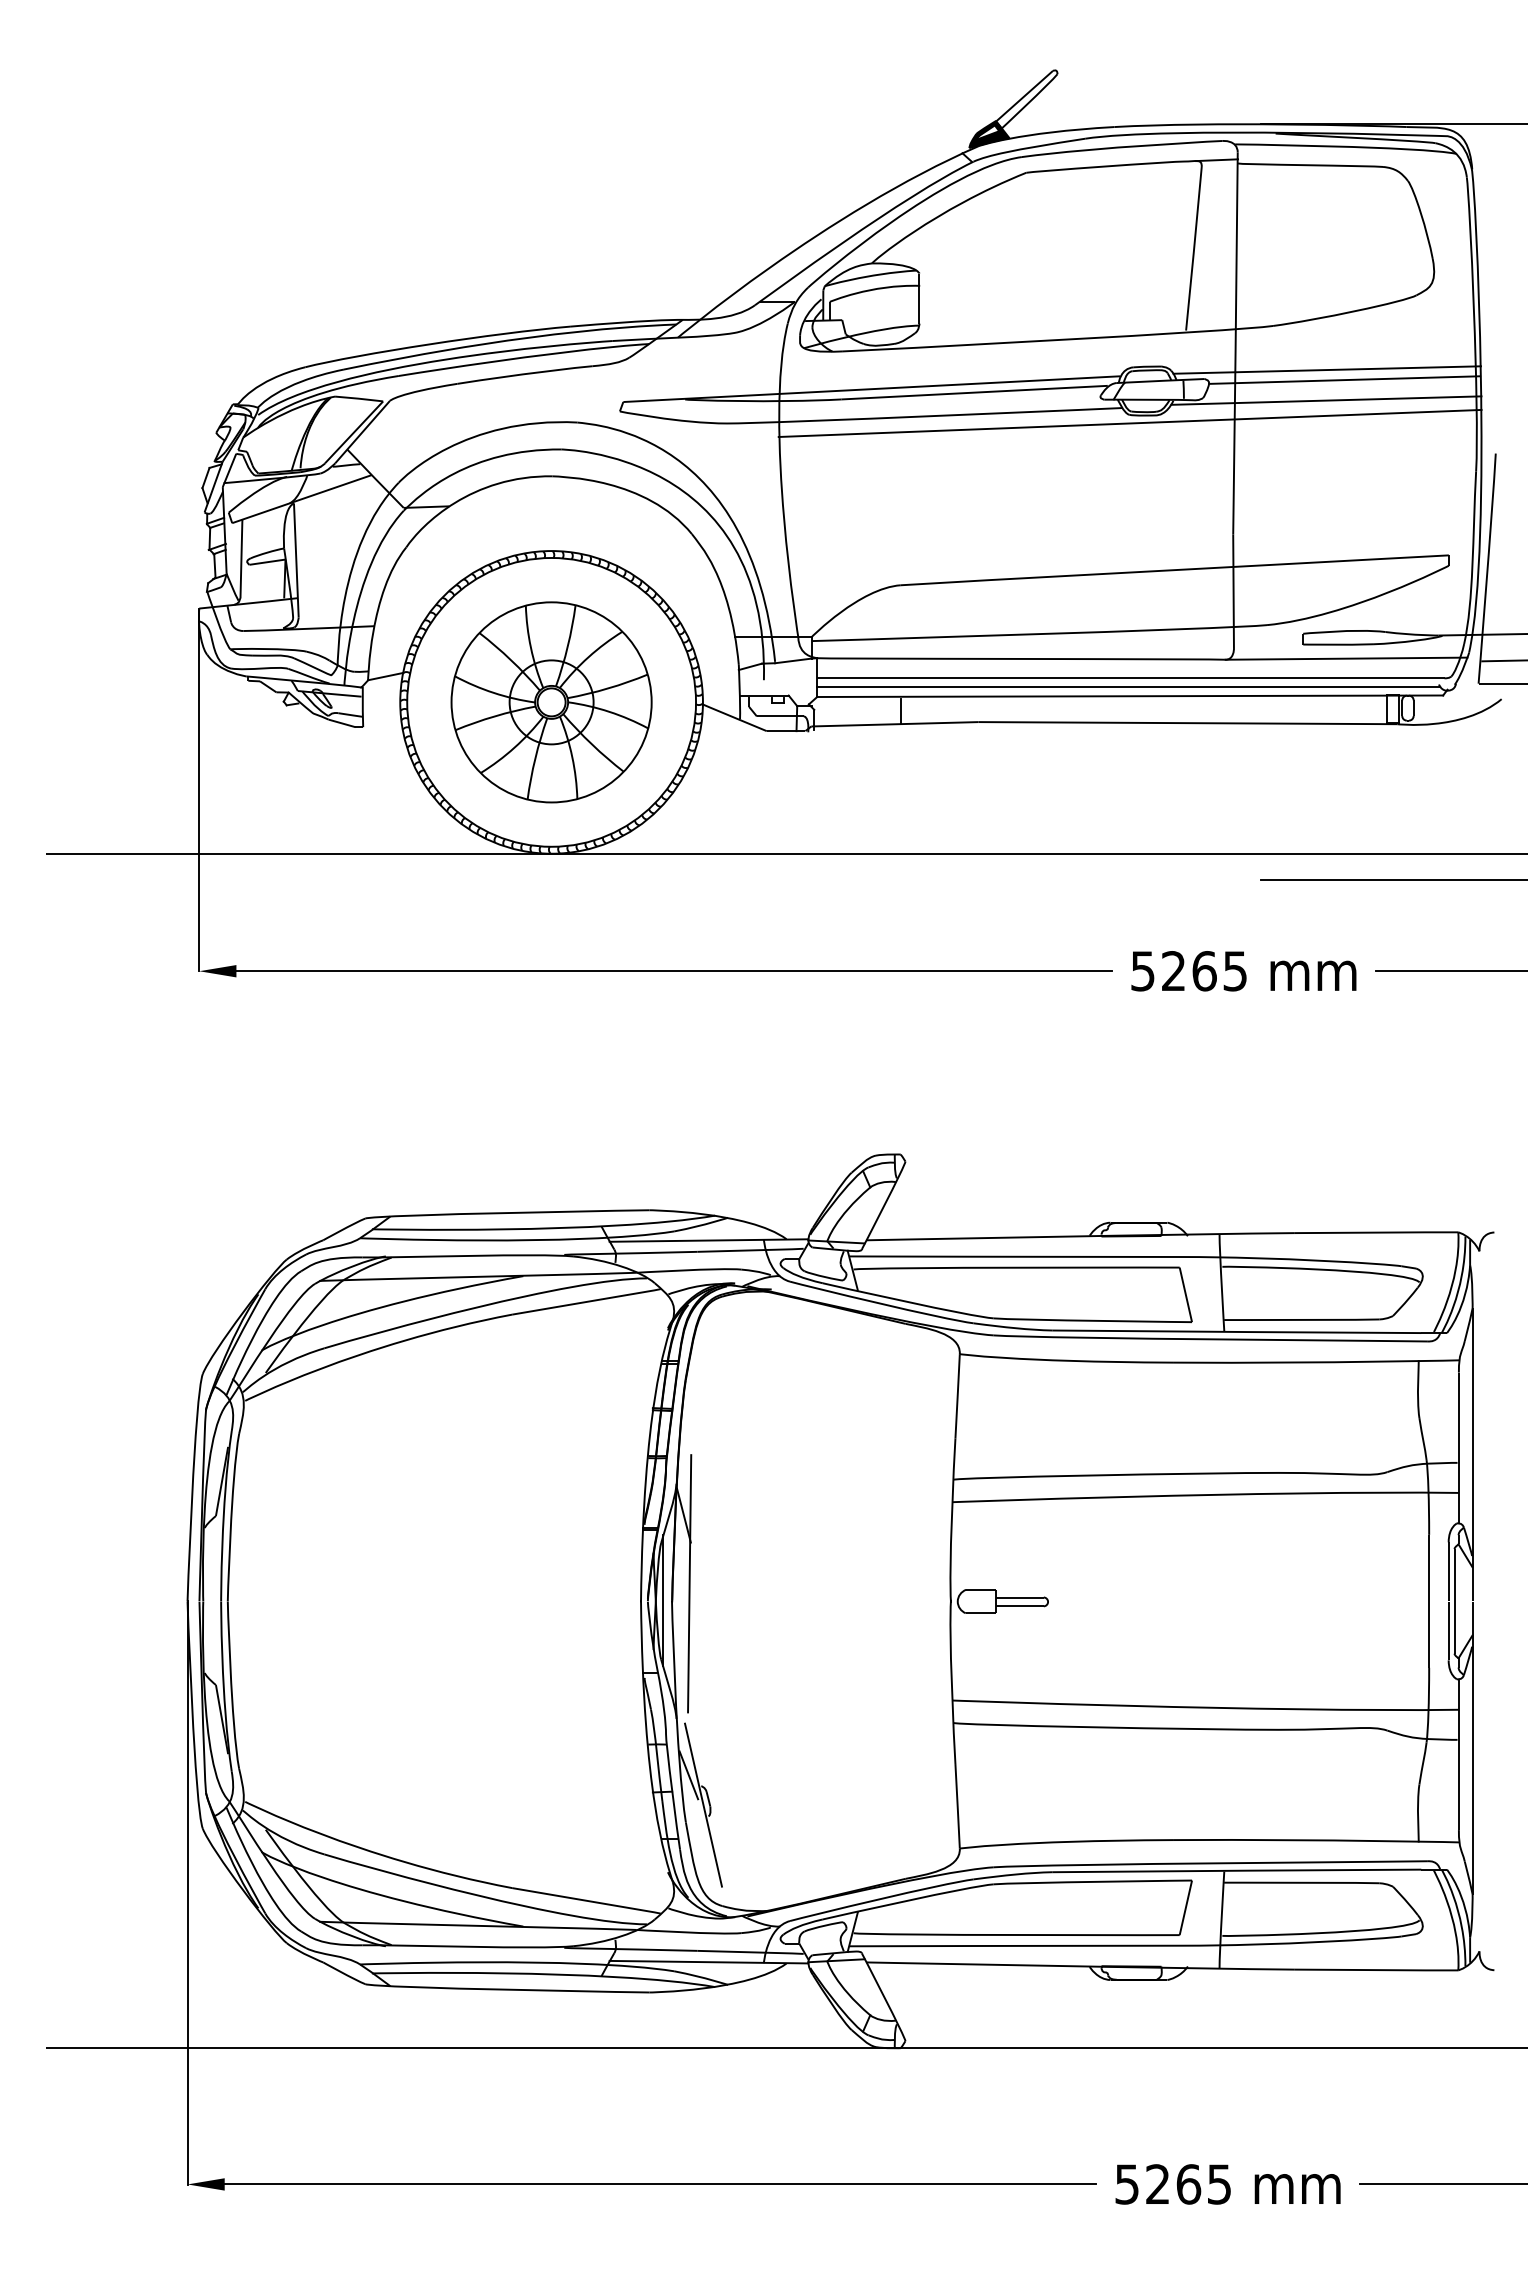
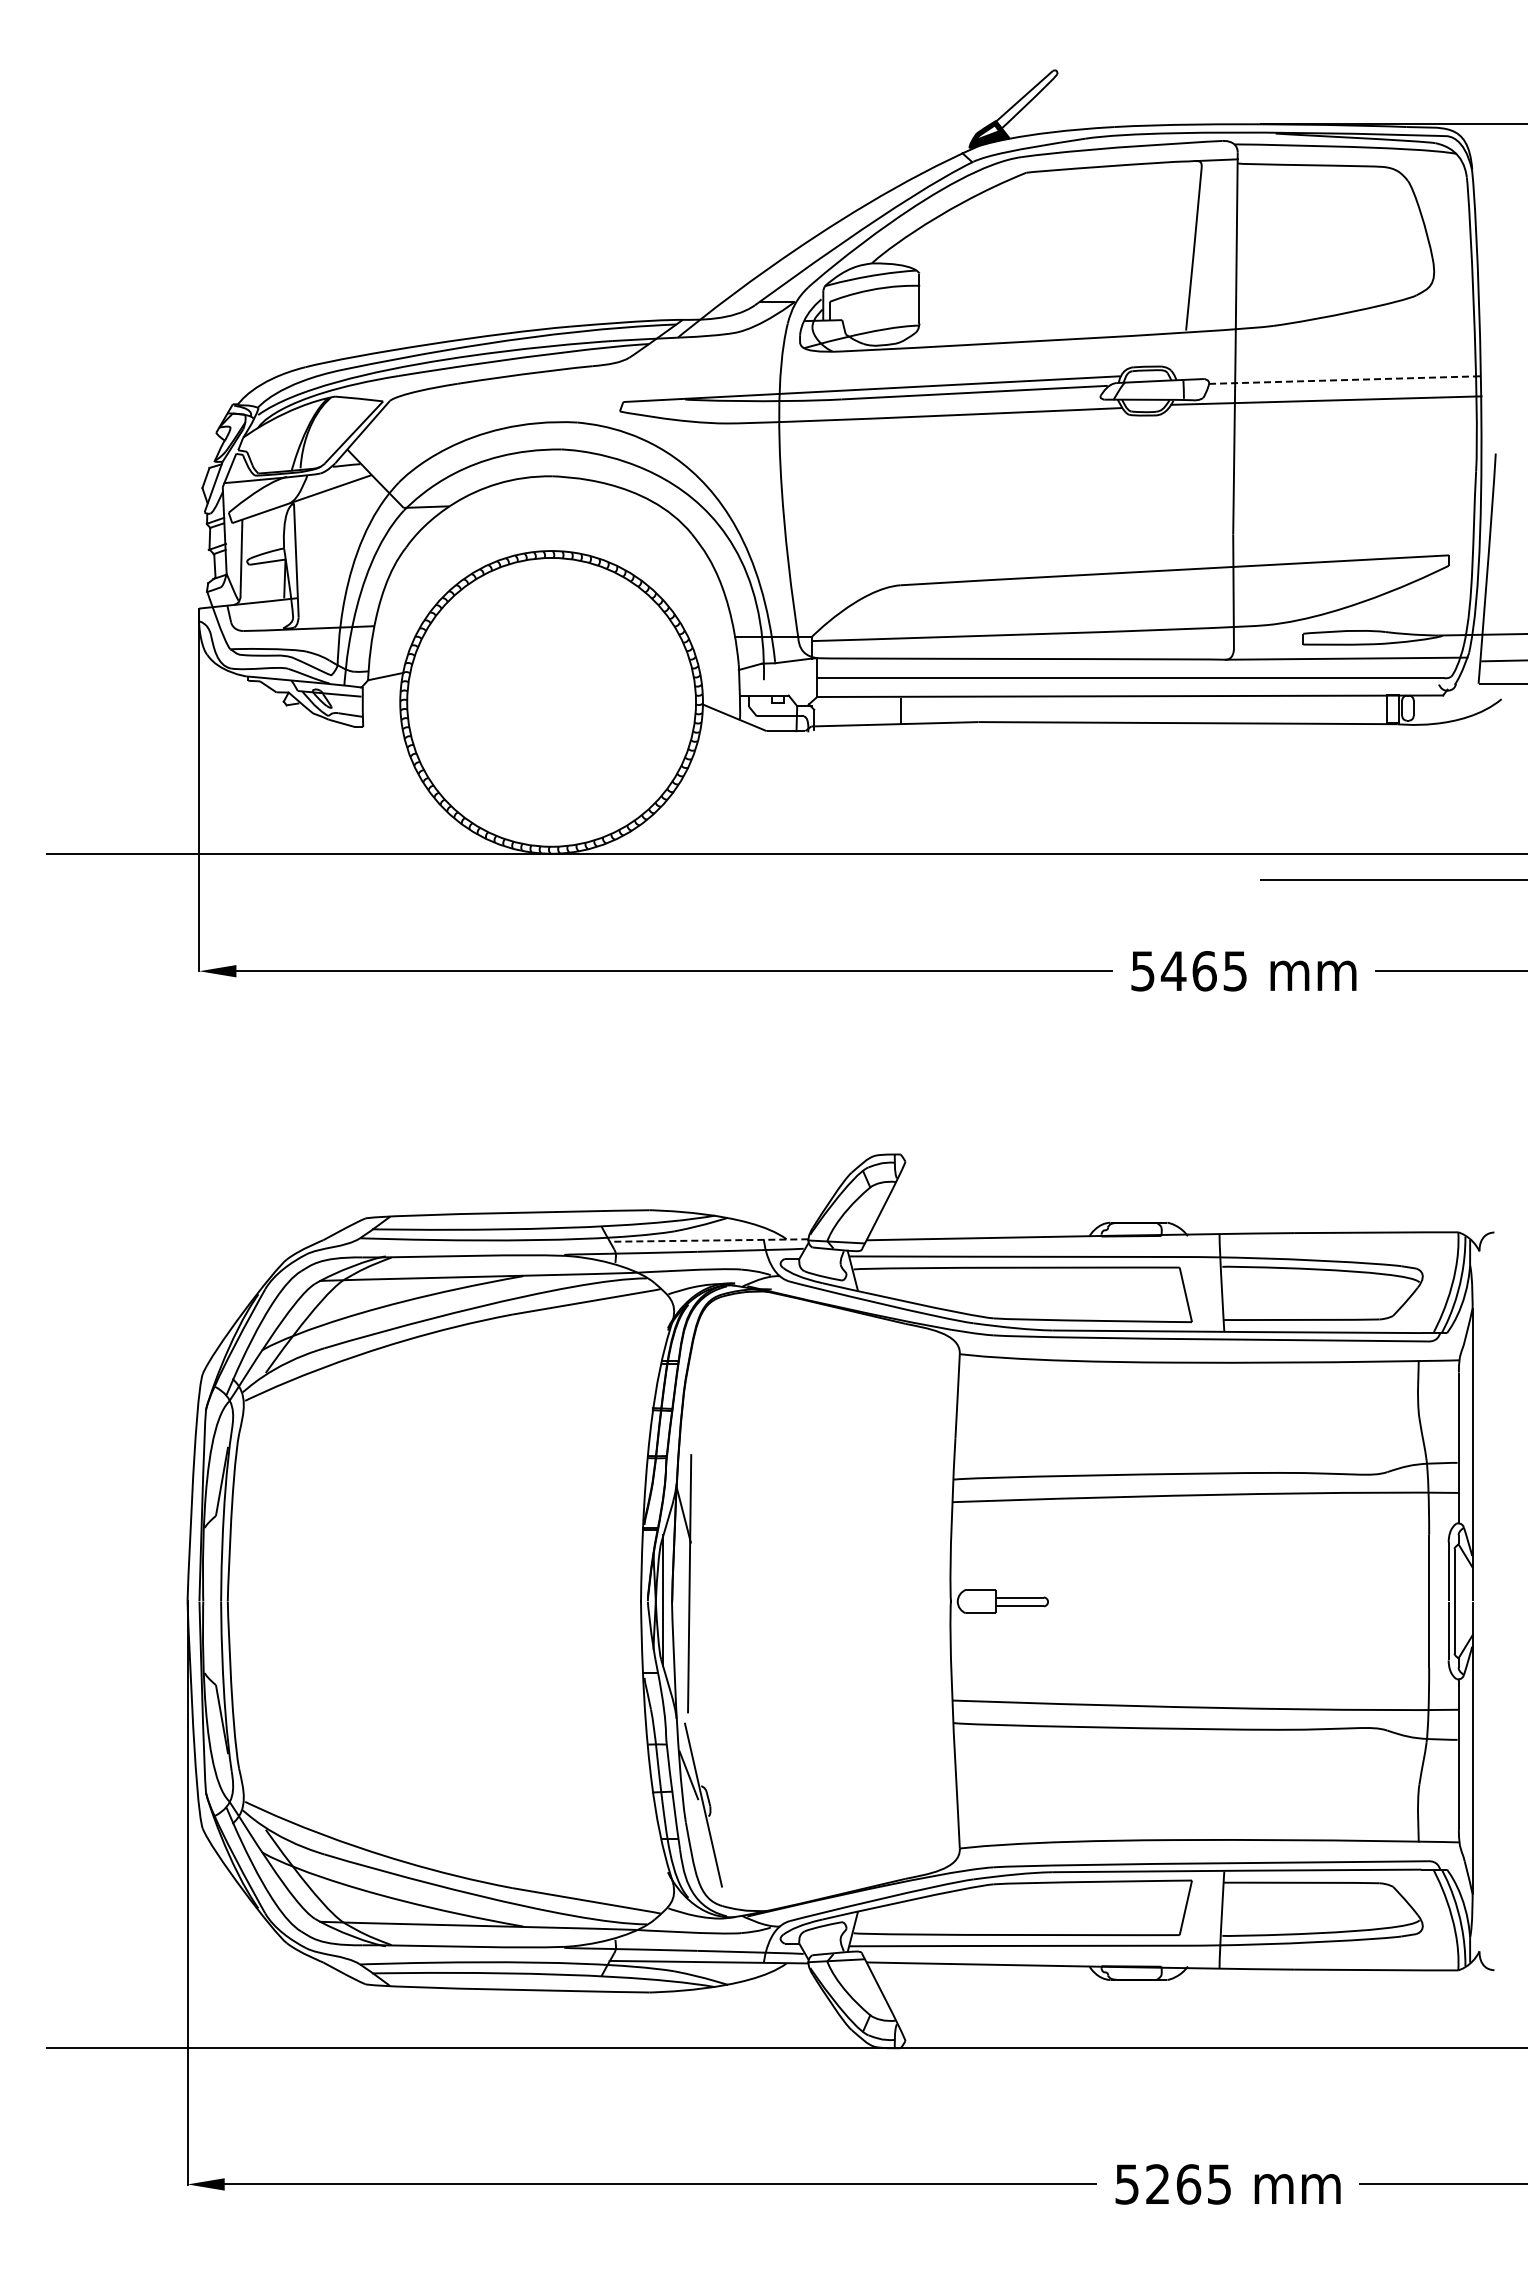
line at (1327, 369): present -> none
line at (1344, 380): solid -> dashed
line at (1129, 423): present -> none
line at (1128, 687): present -> none
part at (551, 702): present -> none
text at (1173, 970): 5265 -> 5465
line at (708, 1240): solid -> dashed
